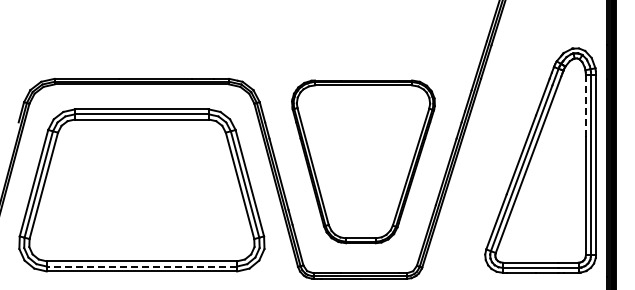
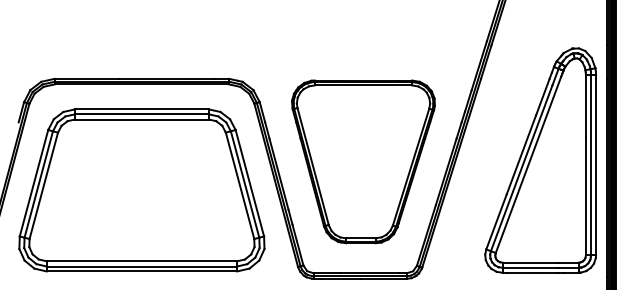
line at (585, 106): dashed -> solid
line at (141, 266): dashed -> solid
